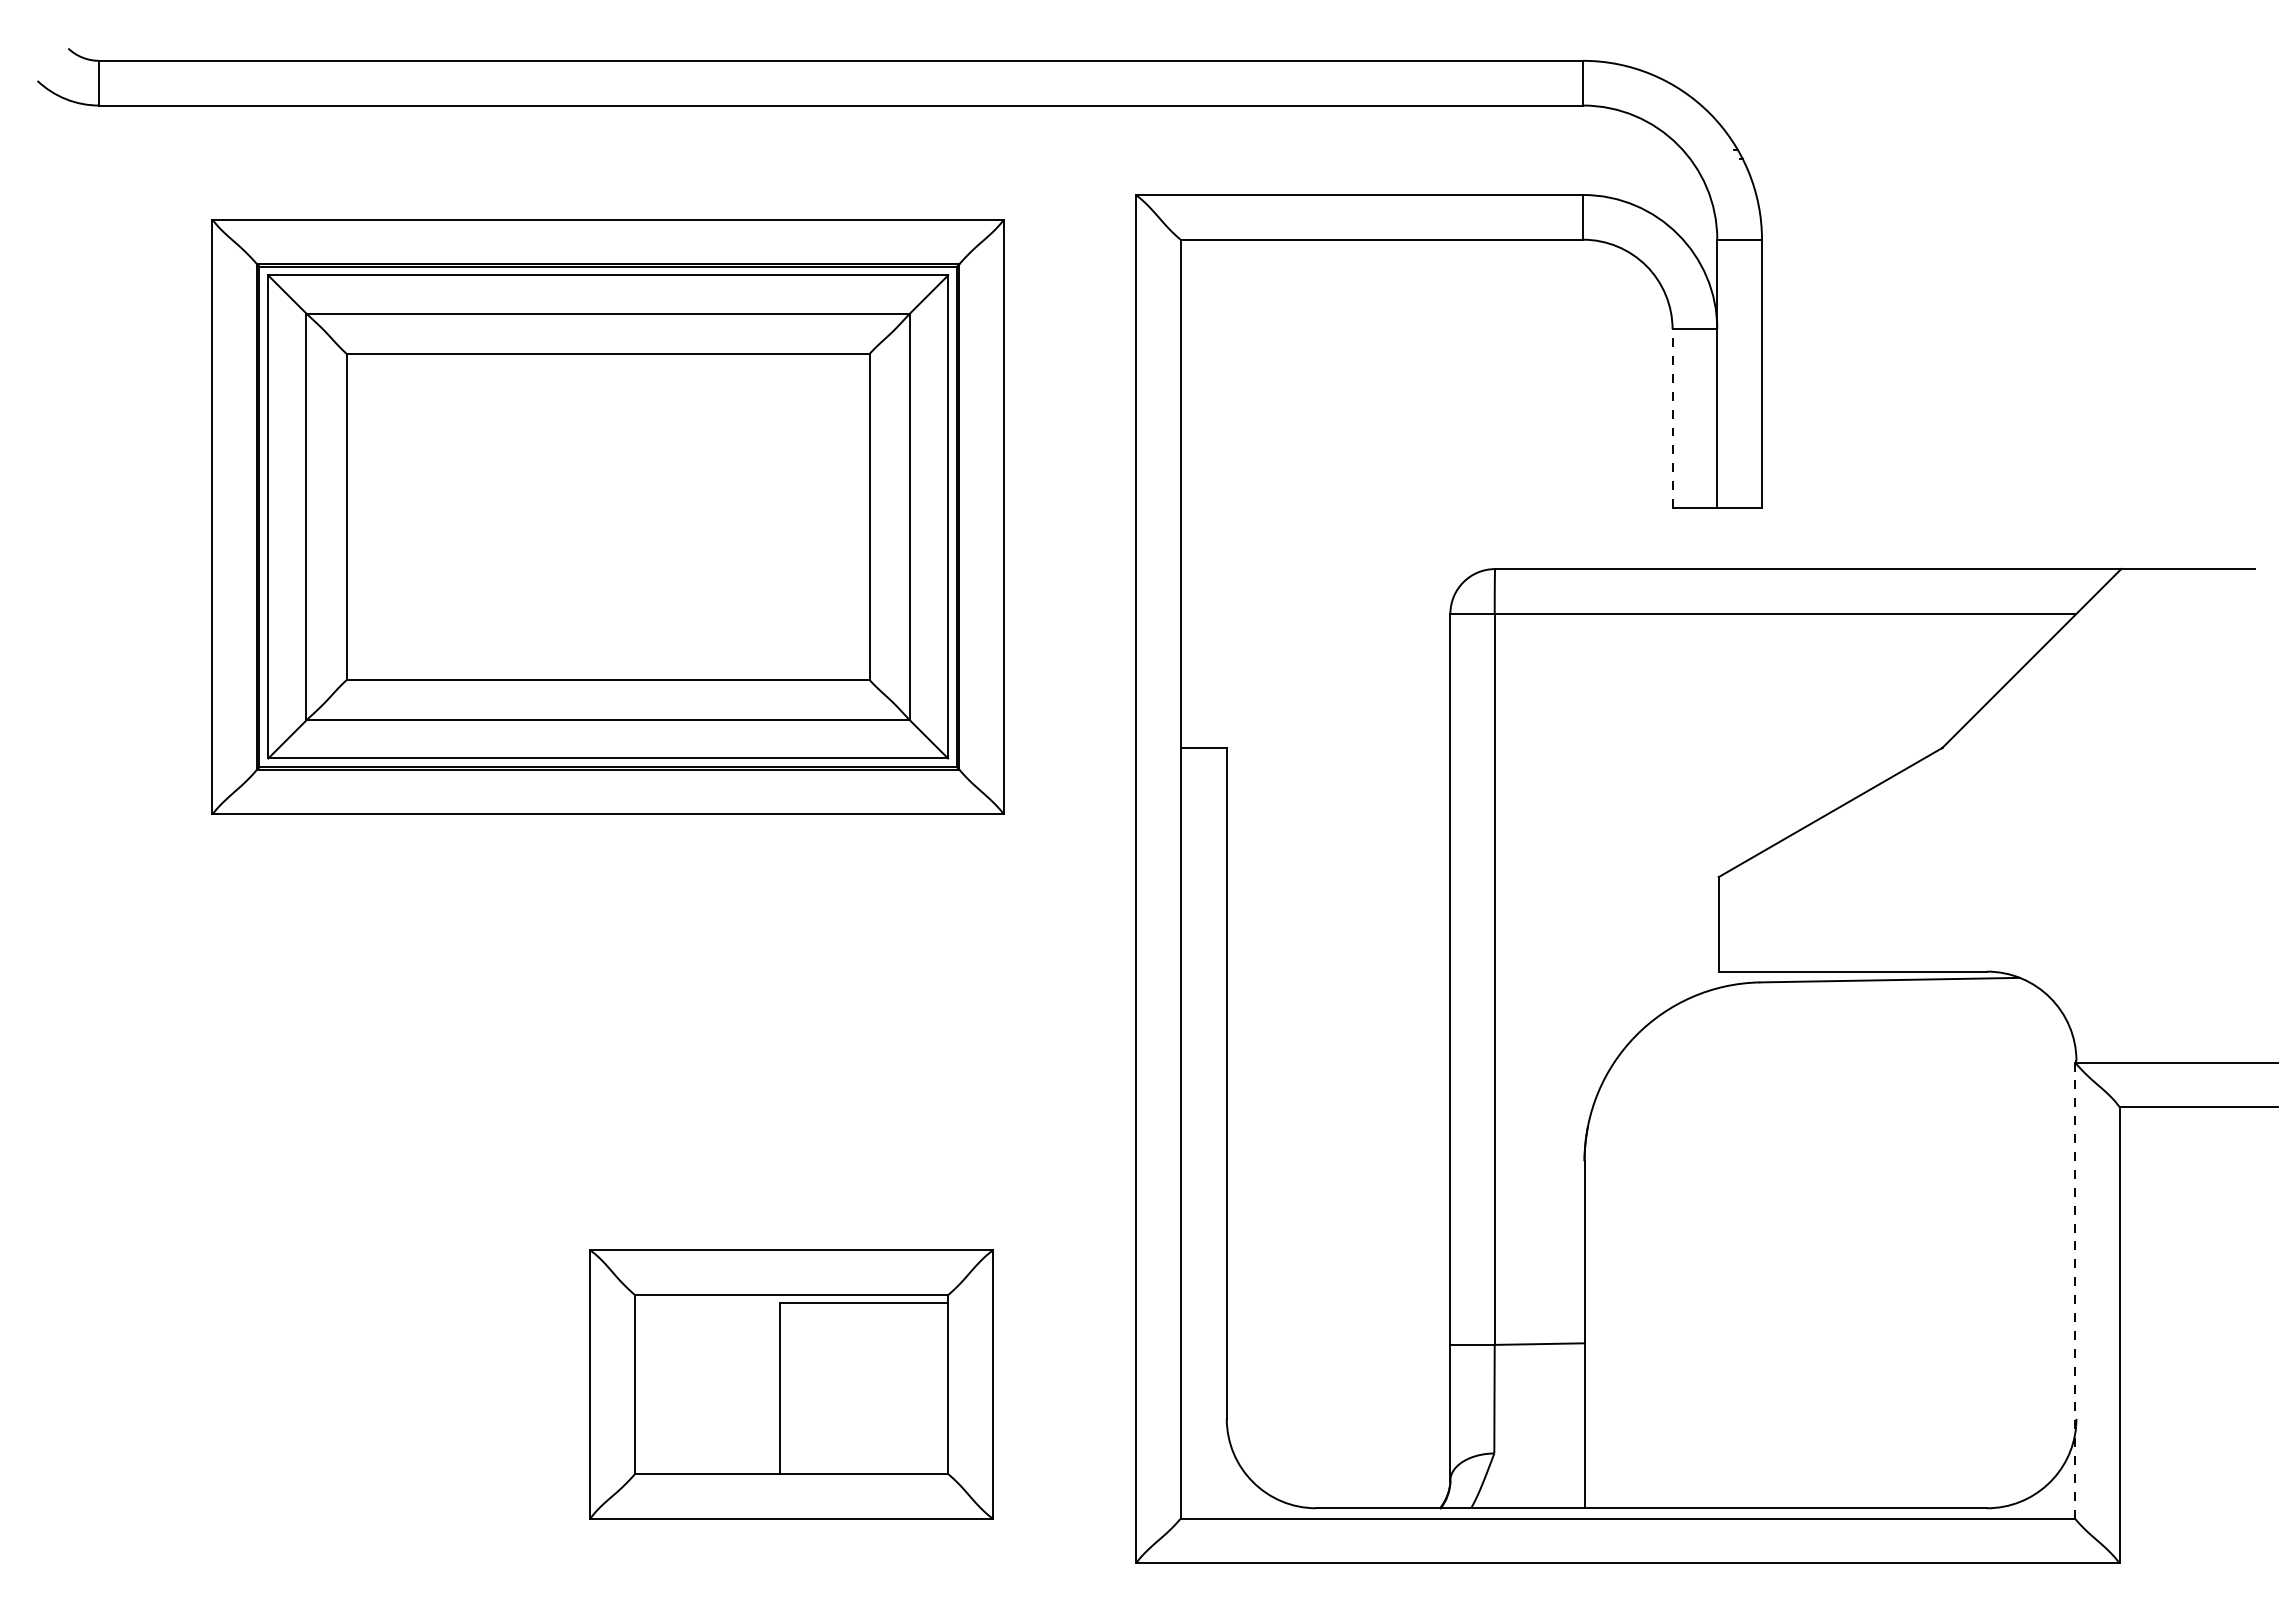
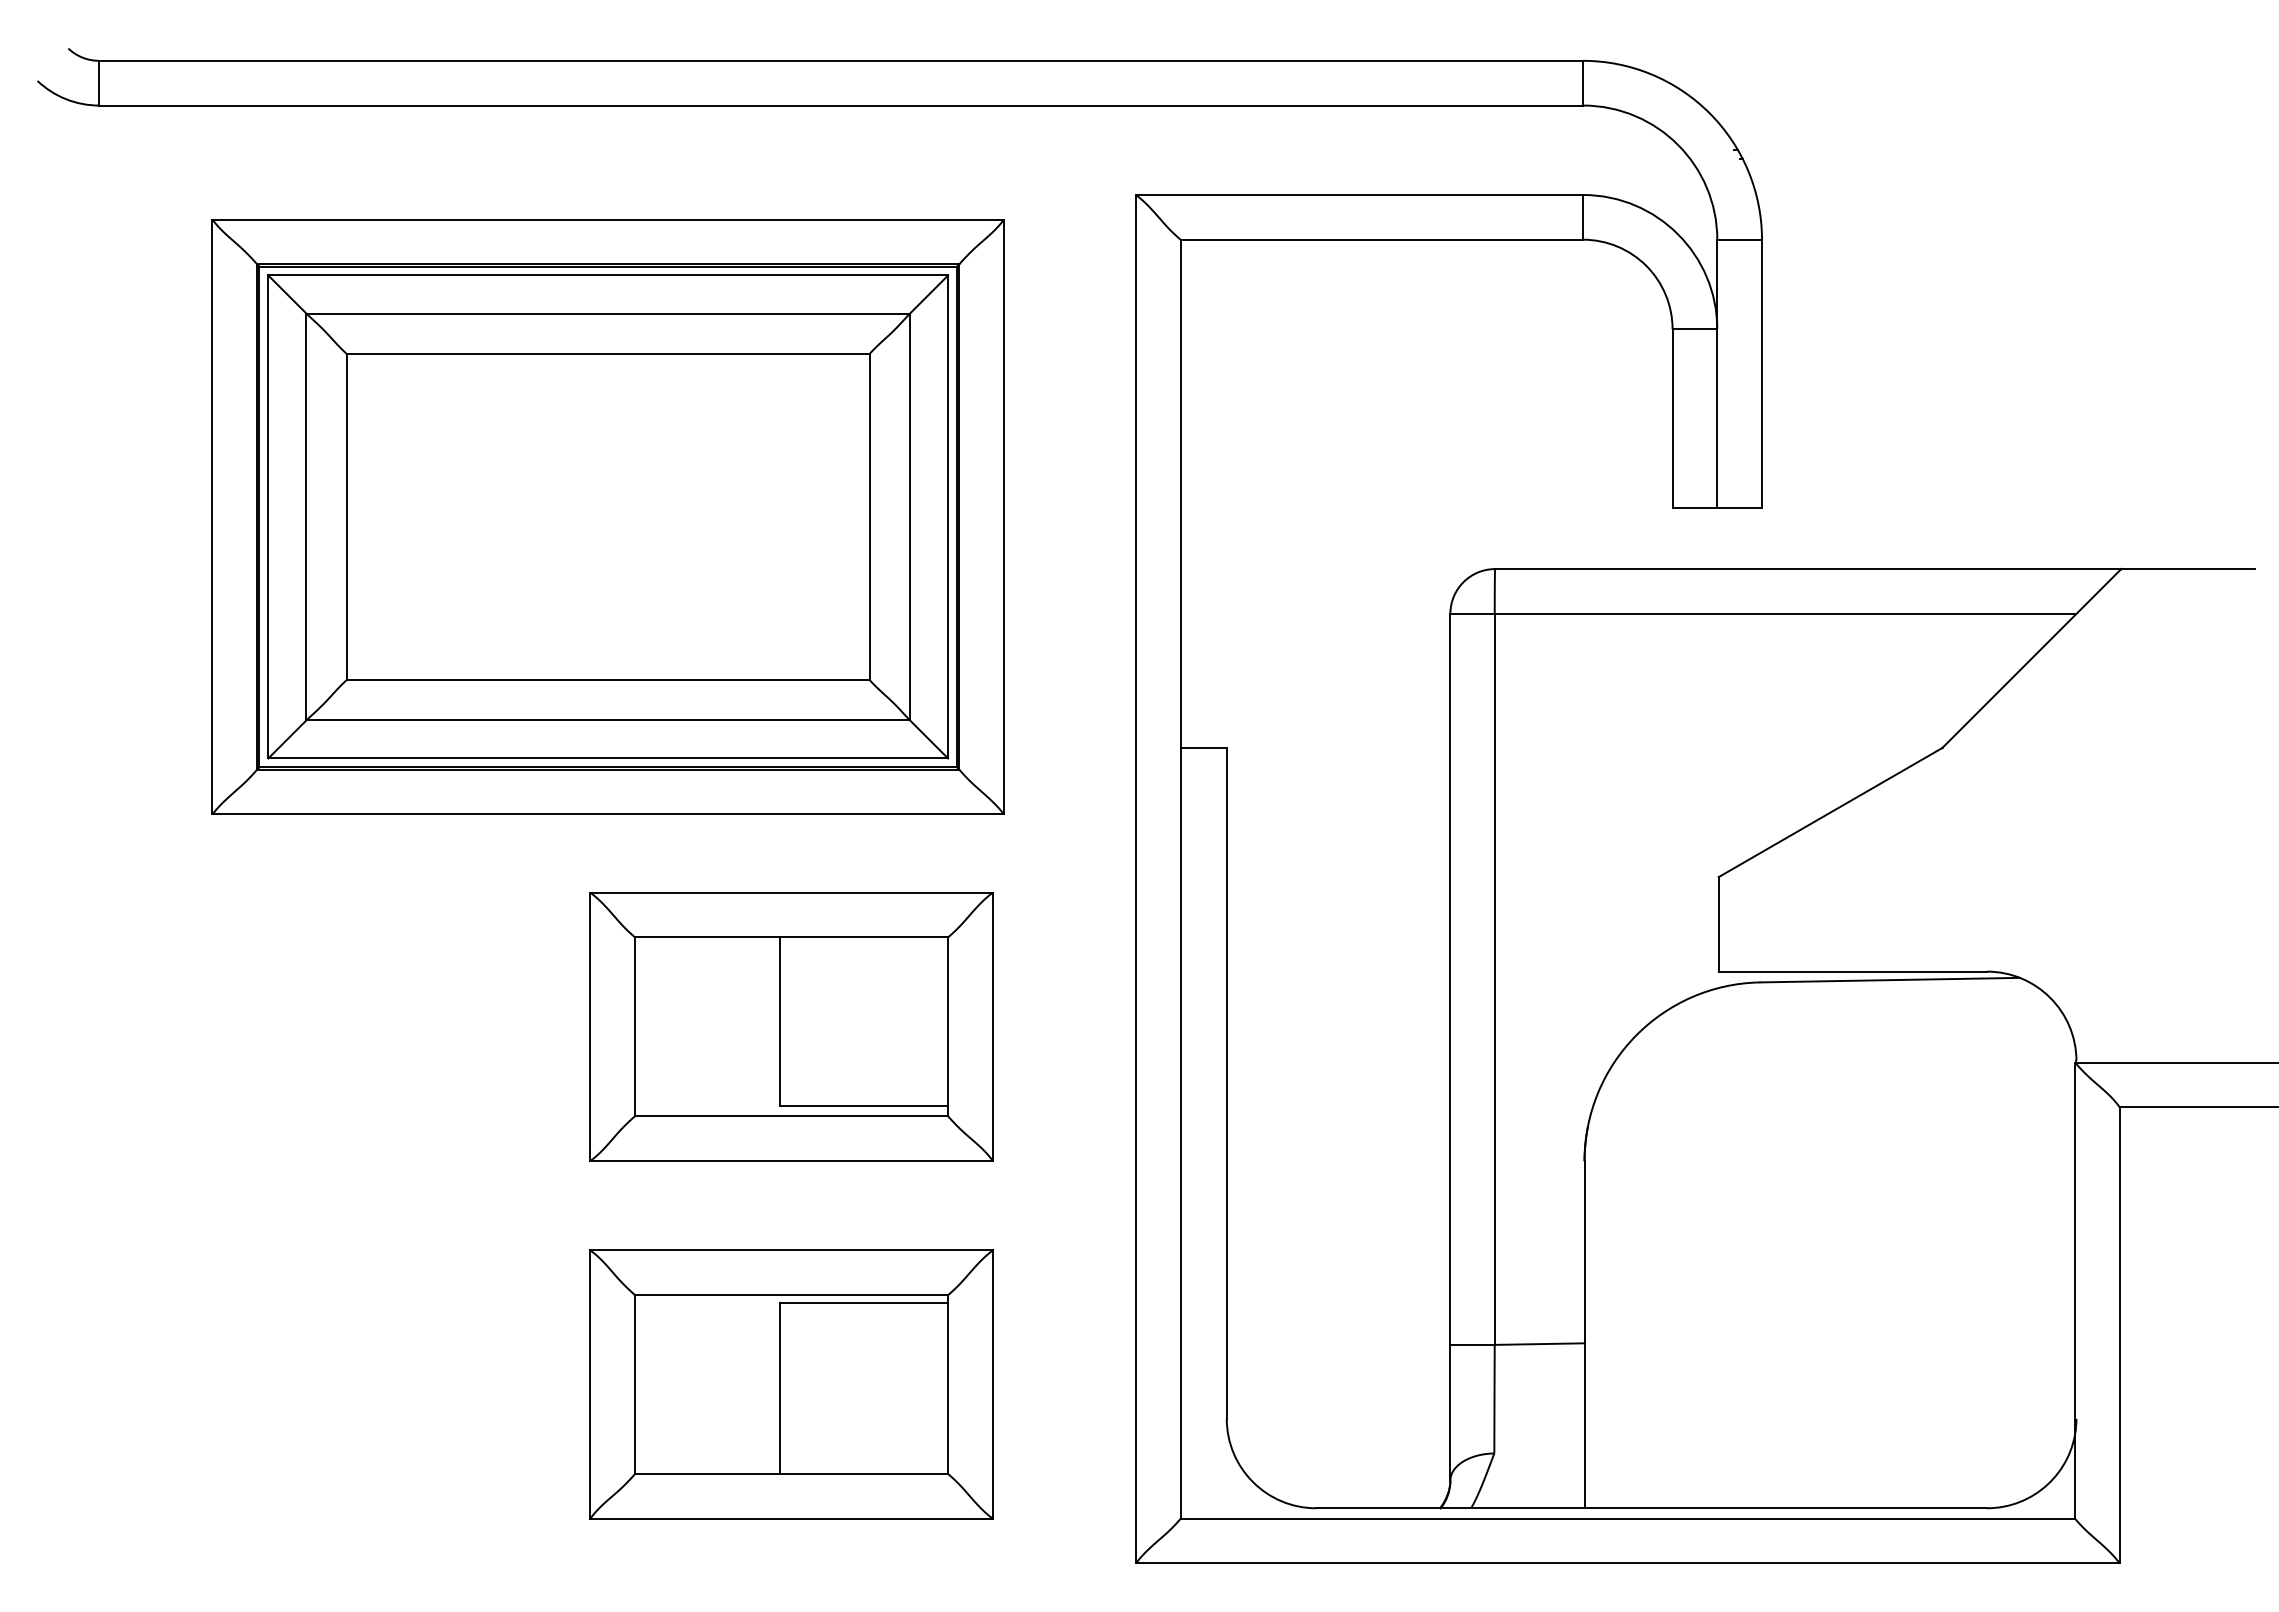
line at (1672, 418): dashed -> solid
part at (791, 1026): none -> present
line at (2075, 1291): dashed -> solid
